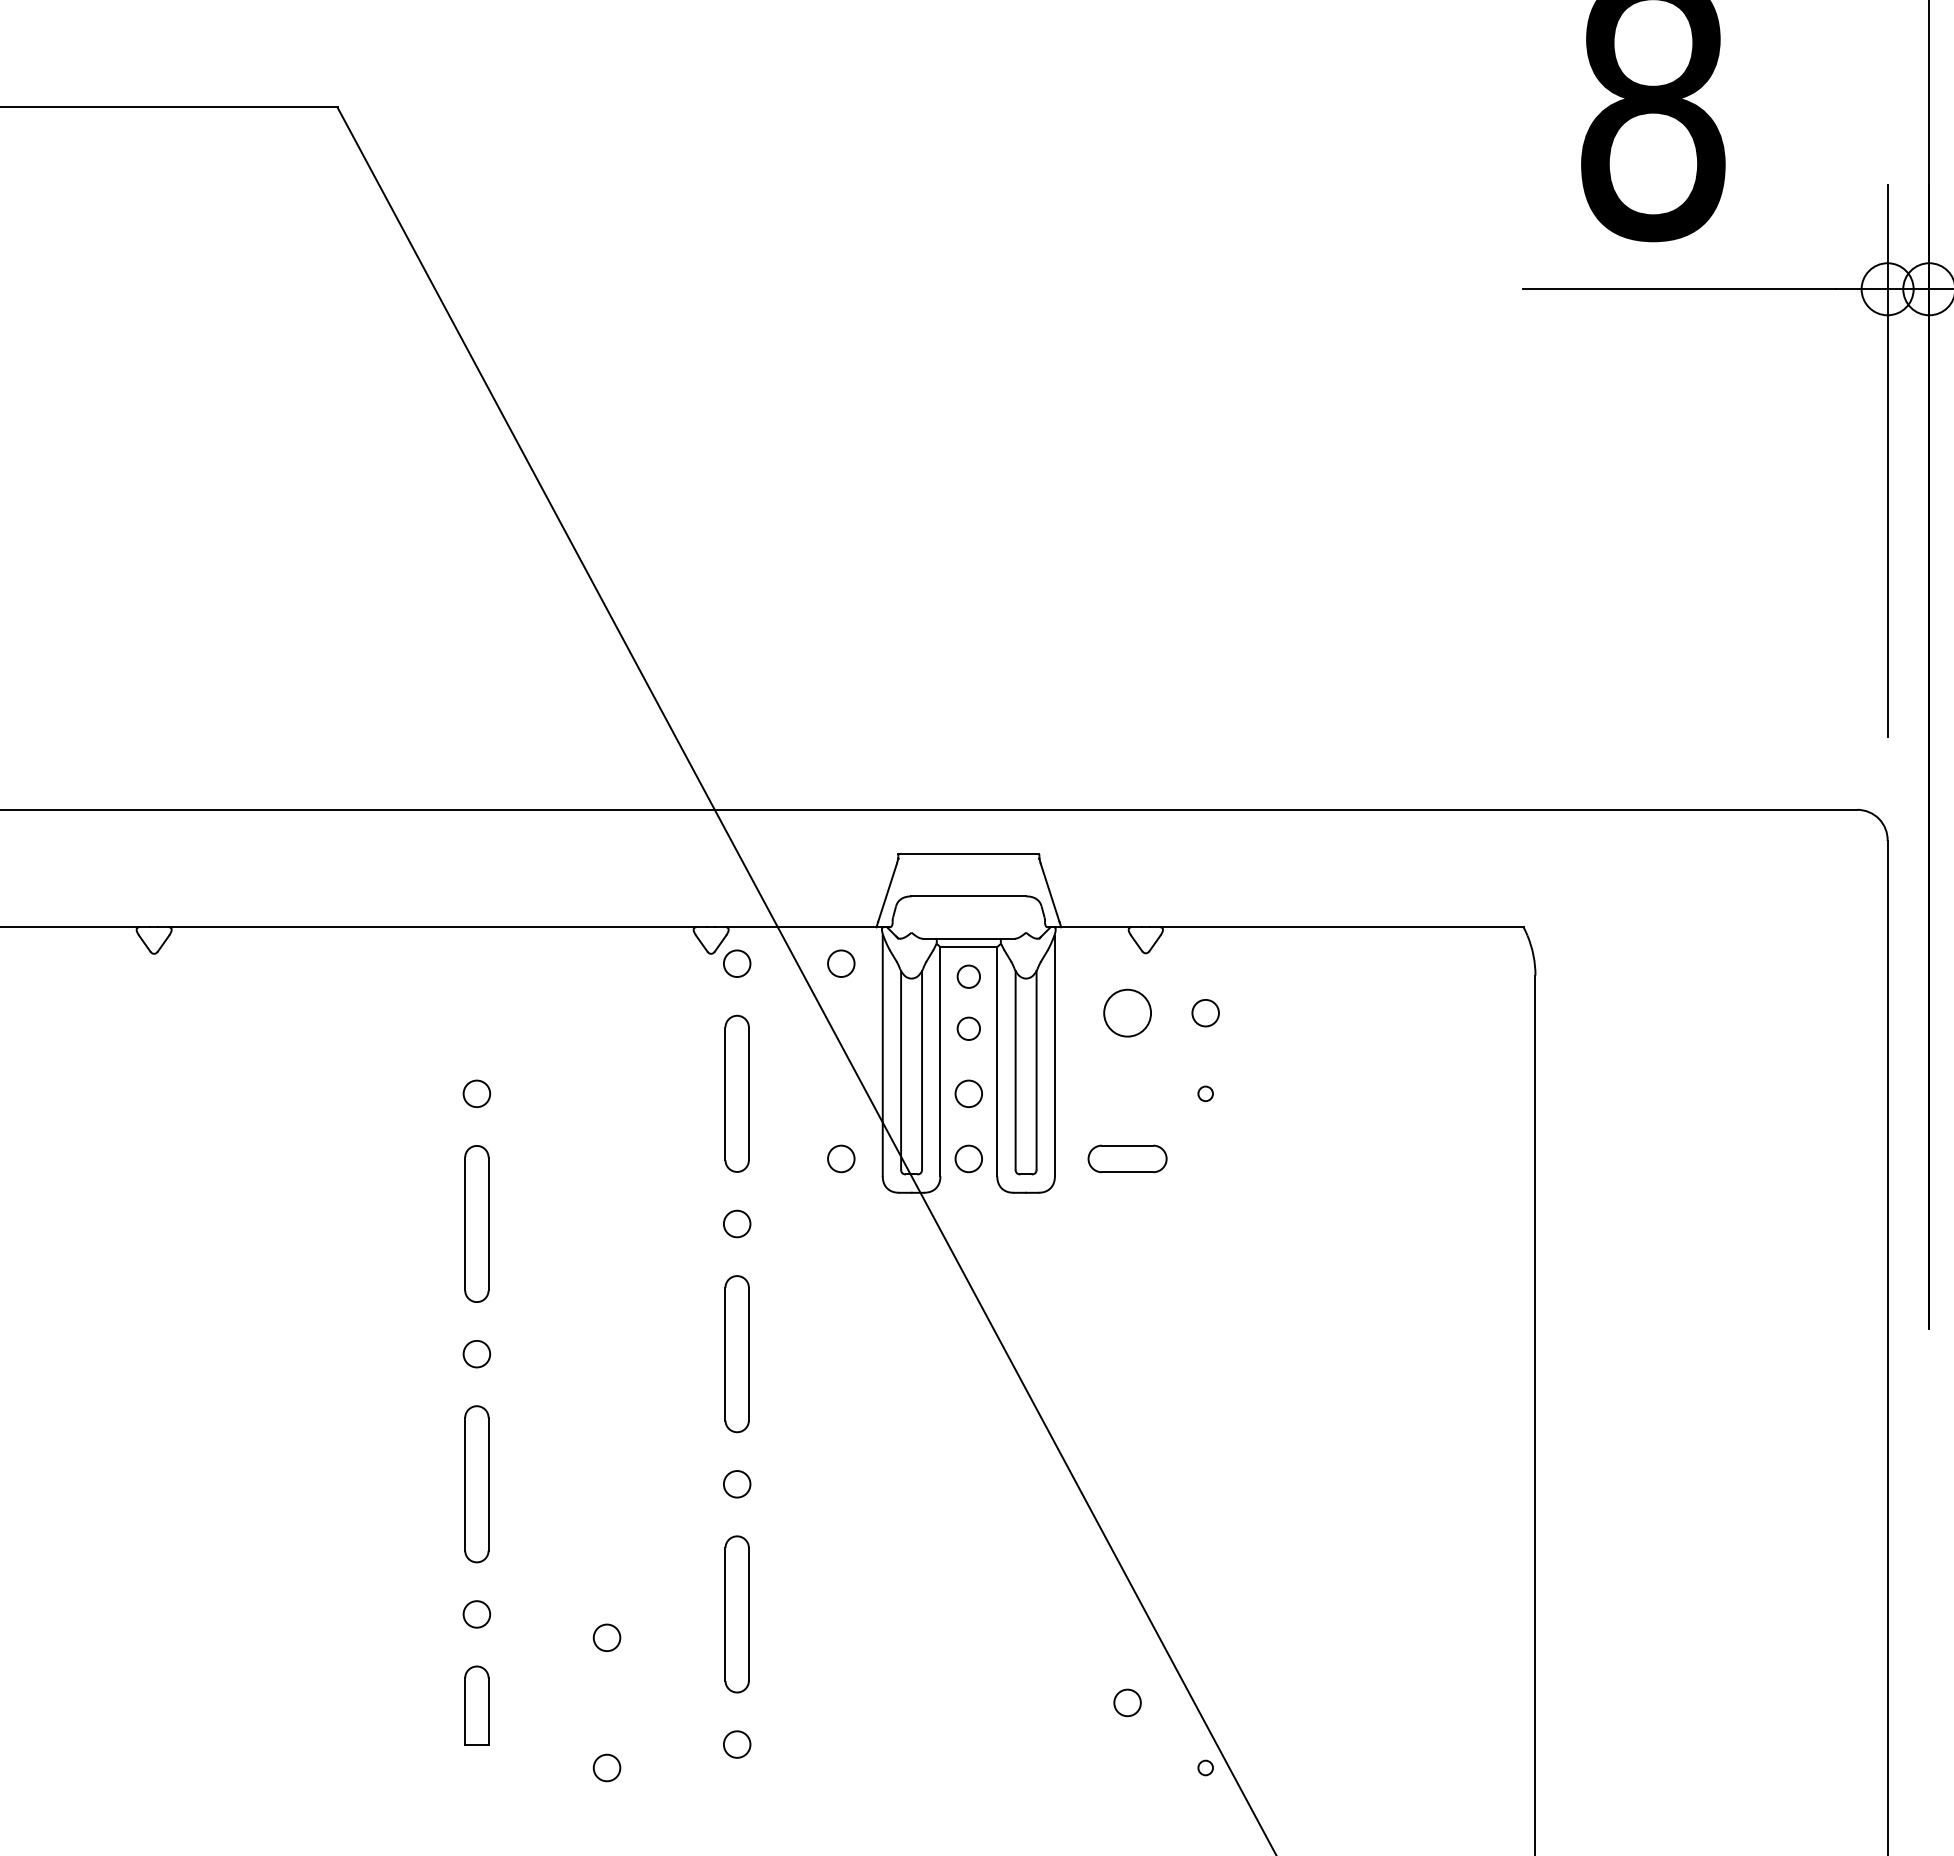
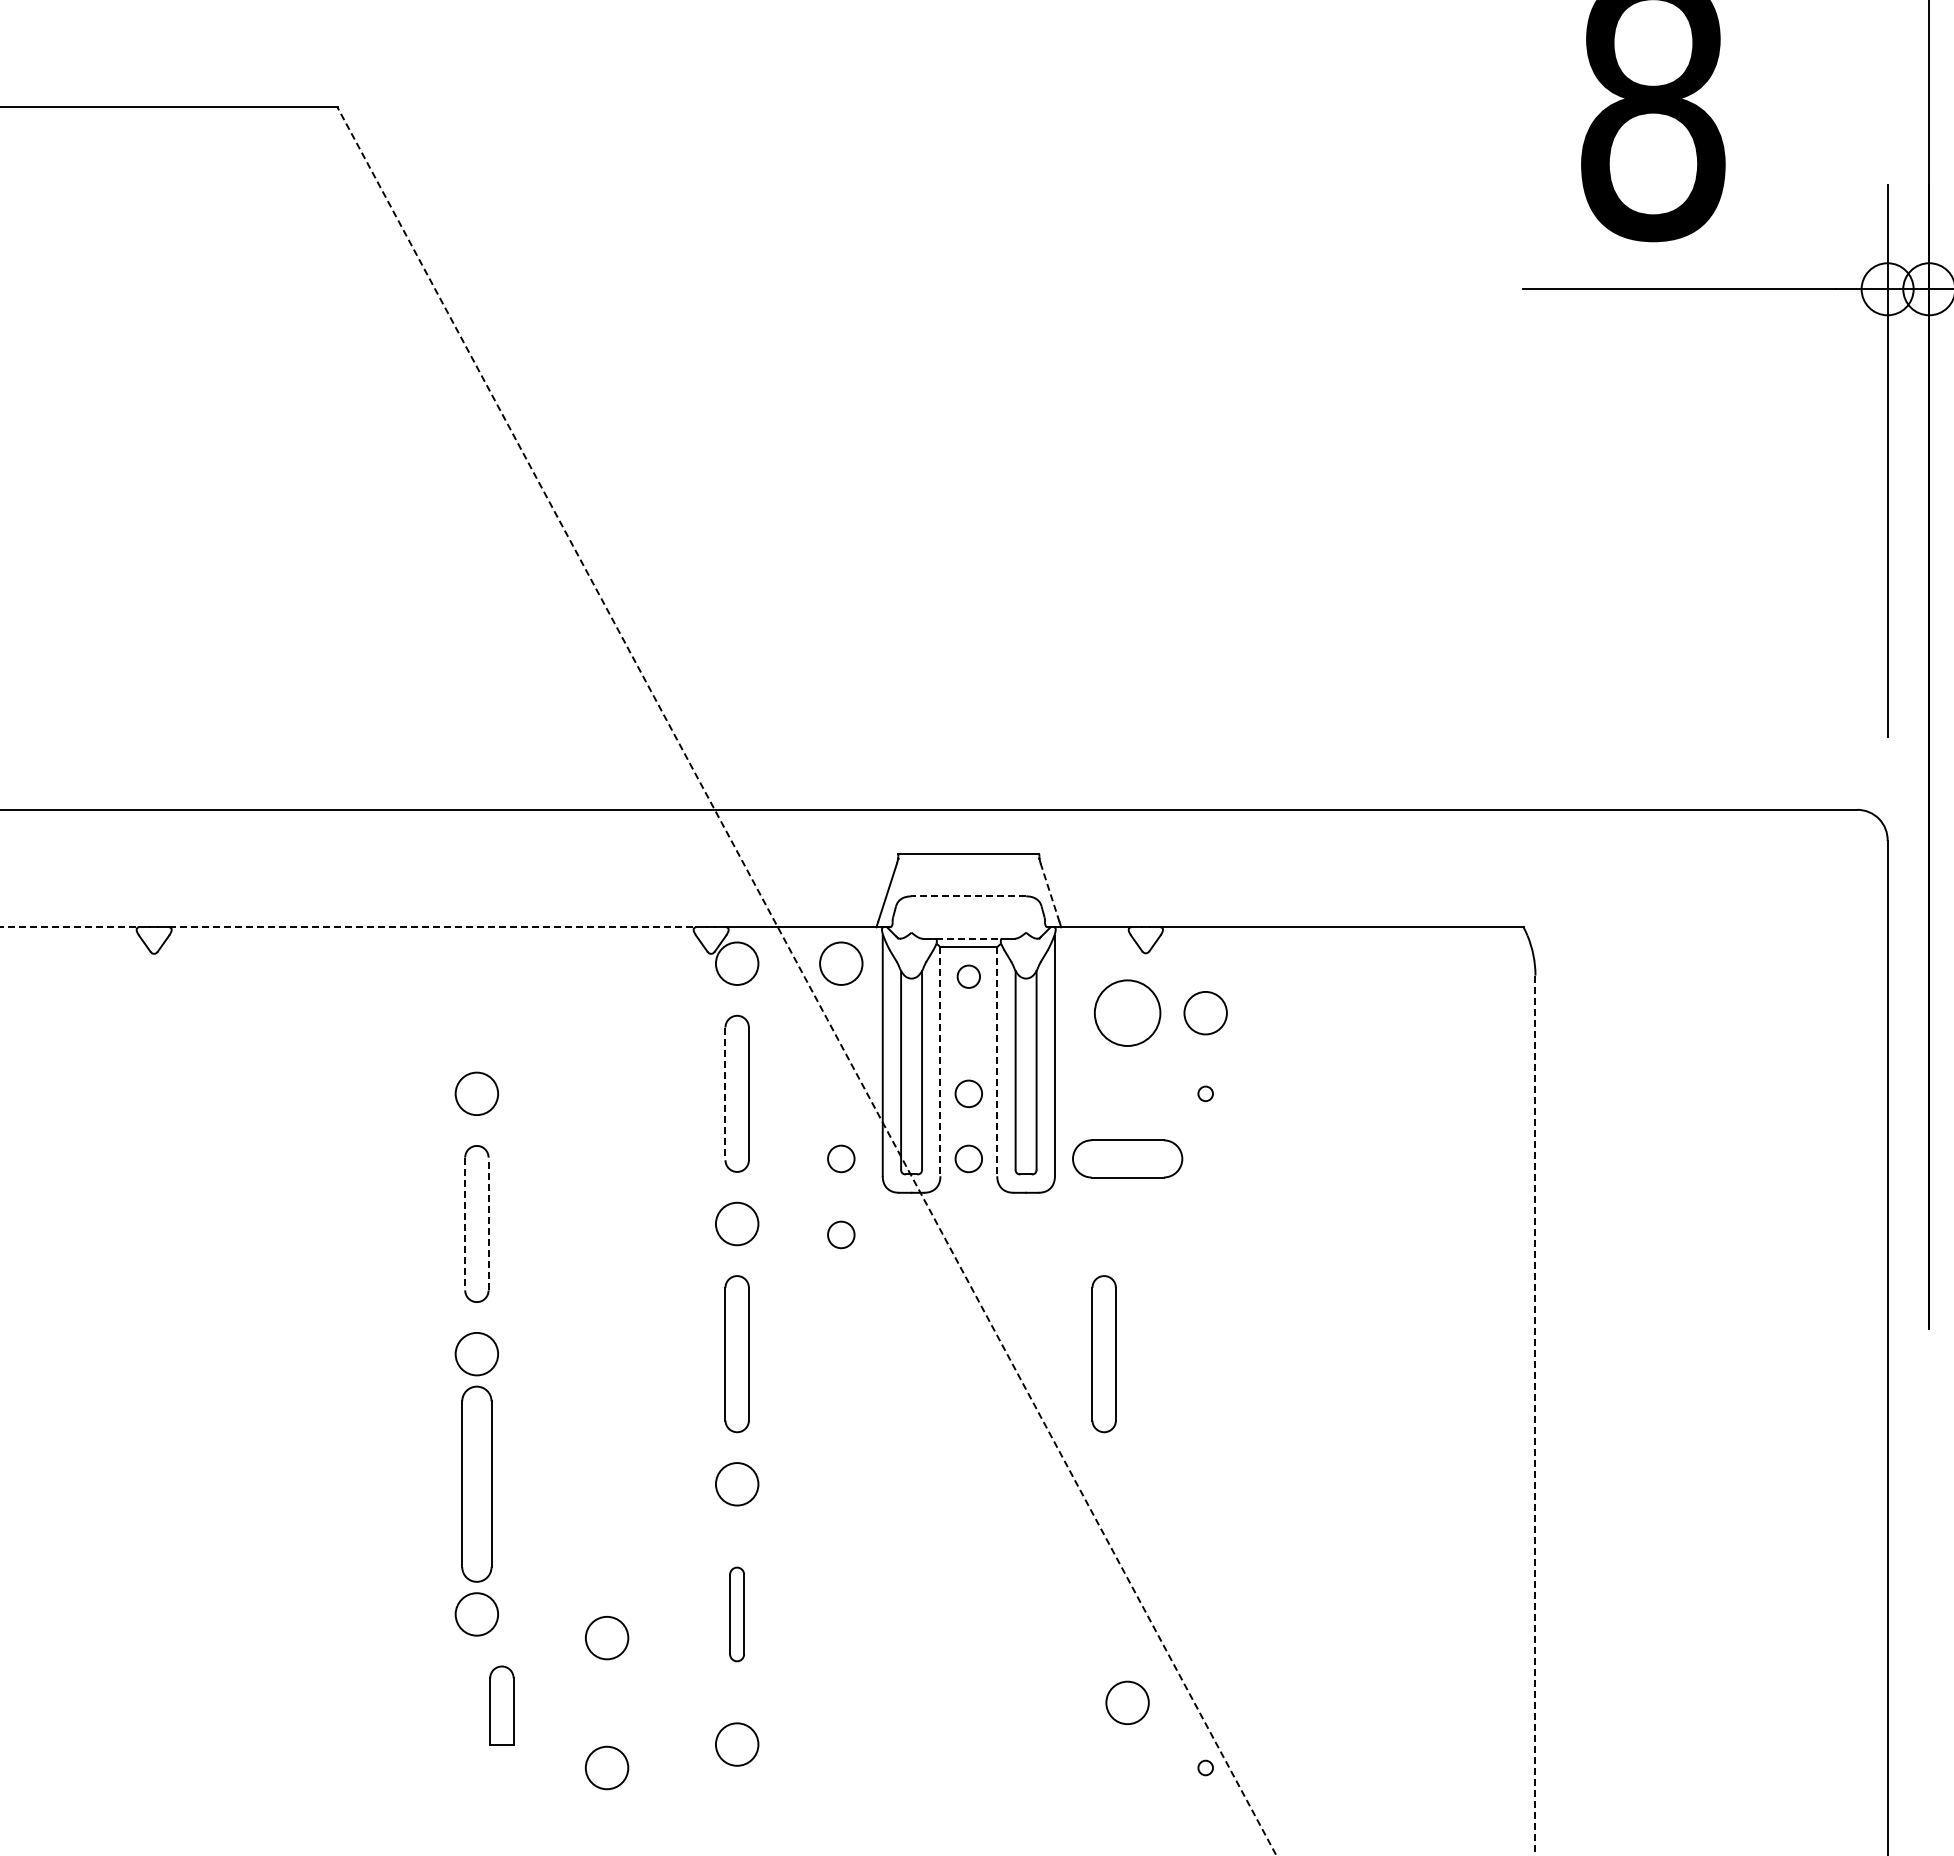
line at (1050, 892): solid -> dashed
line at (968, 896): solid -> dashed
line at (70, 927): solid -> dashed
line at (433, 927): solid -> dashed
line at (969, 938): solid -> dashed
circle at (736, 963) diameter: 27 px -> 42 px
circle at (841, 963) diameter: 27 px -> 42 px
line at (806, 981): solid -> dashed
circle at (1127, 1012) diameter: 47 px -> 66 px
circle at (1205, 1012) diameter: 27 px -> 42 px
circle at (968, 1028): present -> none
line at (940, 1061): solid -> dashed
line at (997, 1061): solid -> dashed
circle at (476, 1093) diameter: 27 px -> 42 px
line at (725, 1094): solid -> dashed
part at (1127, 1158) size: 81x30 px -> 112x40 px
line at (488, 1223): solid -> dashed
circle at (736, 1223) diameter: 27 px -> 42 px
line at (465, 1224): solid -> dashed
circle at (841, 1234): none -> present
circle at (476, 1353) diameter: 27 px -> 42 px
part at (1103, 1354): none -> present
line at (1535, 1415): solid -> dashed
part at (476, 1484) size: 26x159 px -> 32x198 px
circle at (736, 1484) diameter: 27 px -> 42 px
circle at (476, 1614) diameter: 27 px -> 42 px
part at (736, 1614) size: 26x159 px -> 16x97 px
circle at (606, 1637) size: 30x29 px -> 45x45 px
circle at (1127, 1702) diameter: 27 px -> 42 px
part at (476, 1705) position: (476, 1705) -> (501, 1705)
circle at (736, 1744) diameter: 27 px -> 42 px
circle at (606, 1767) diameter: 27 px -> 42 px
